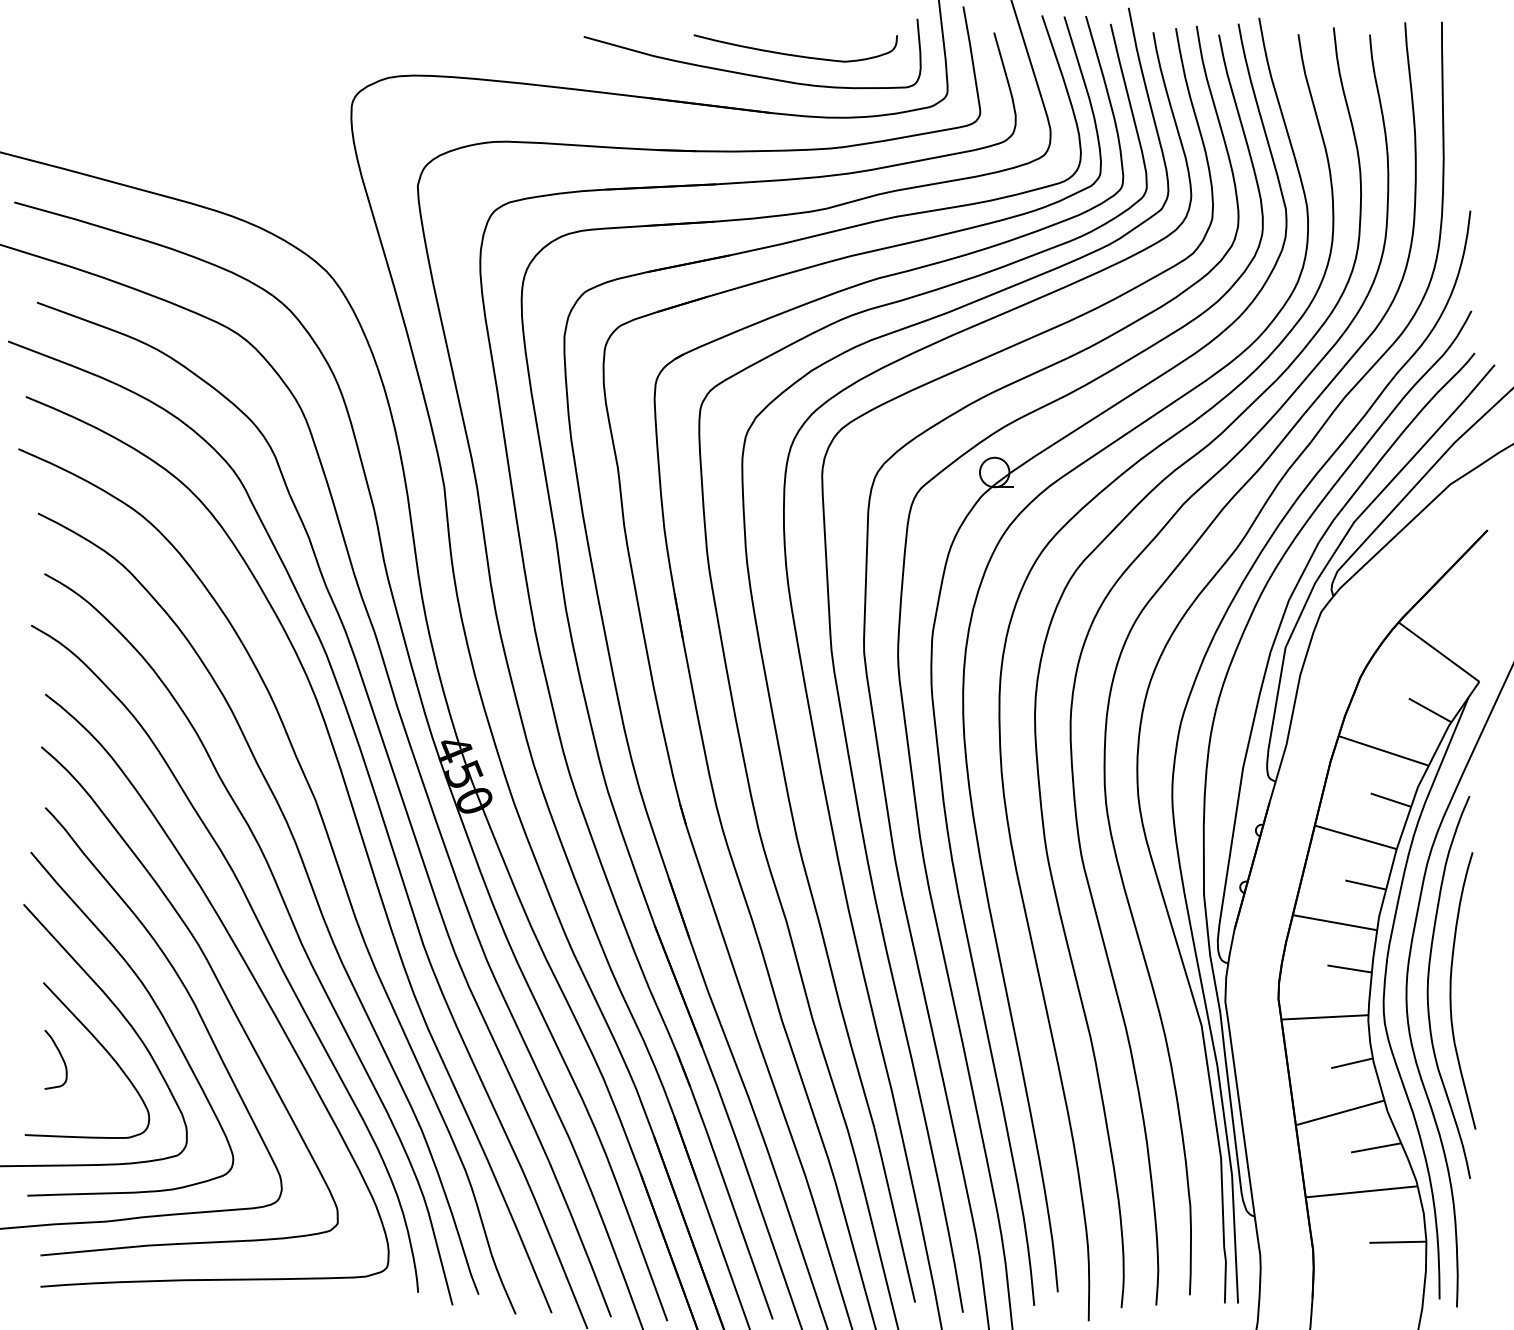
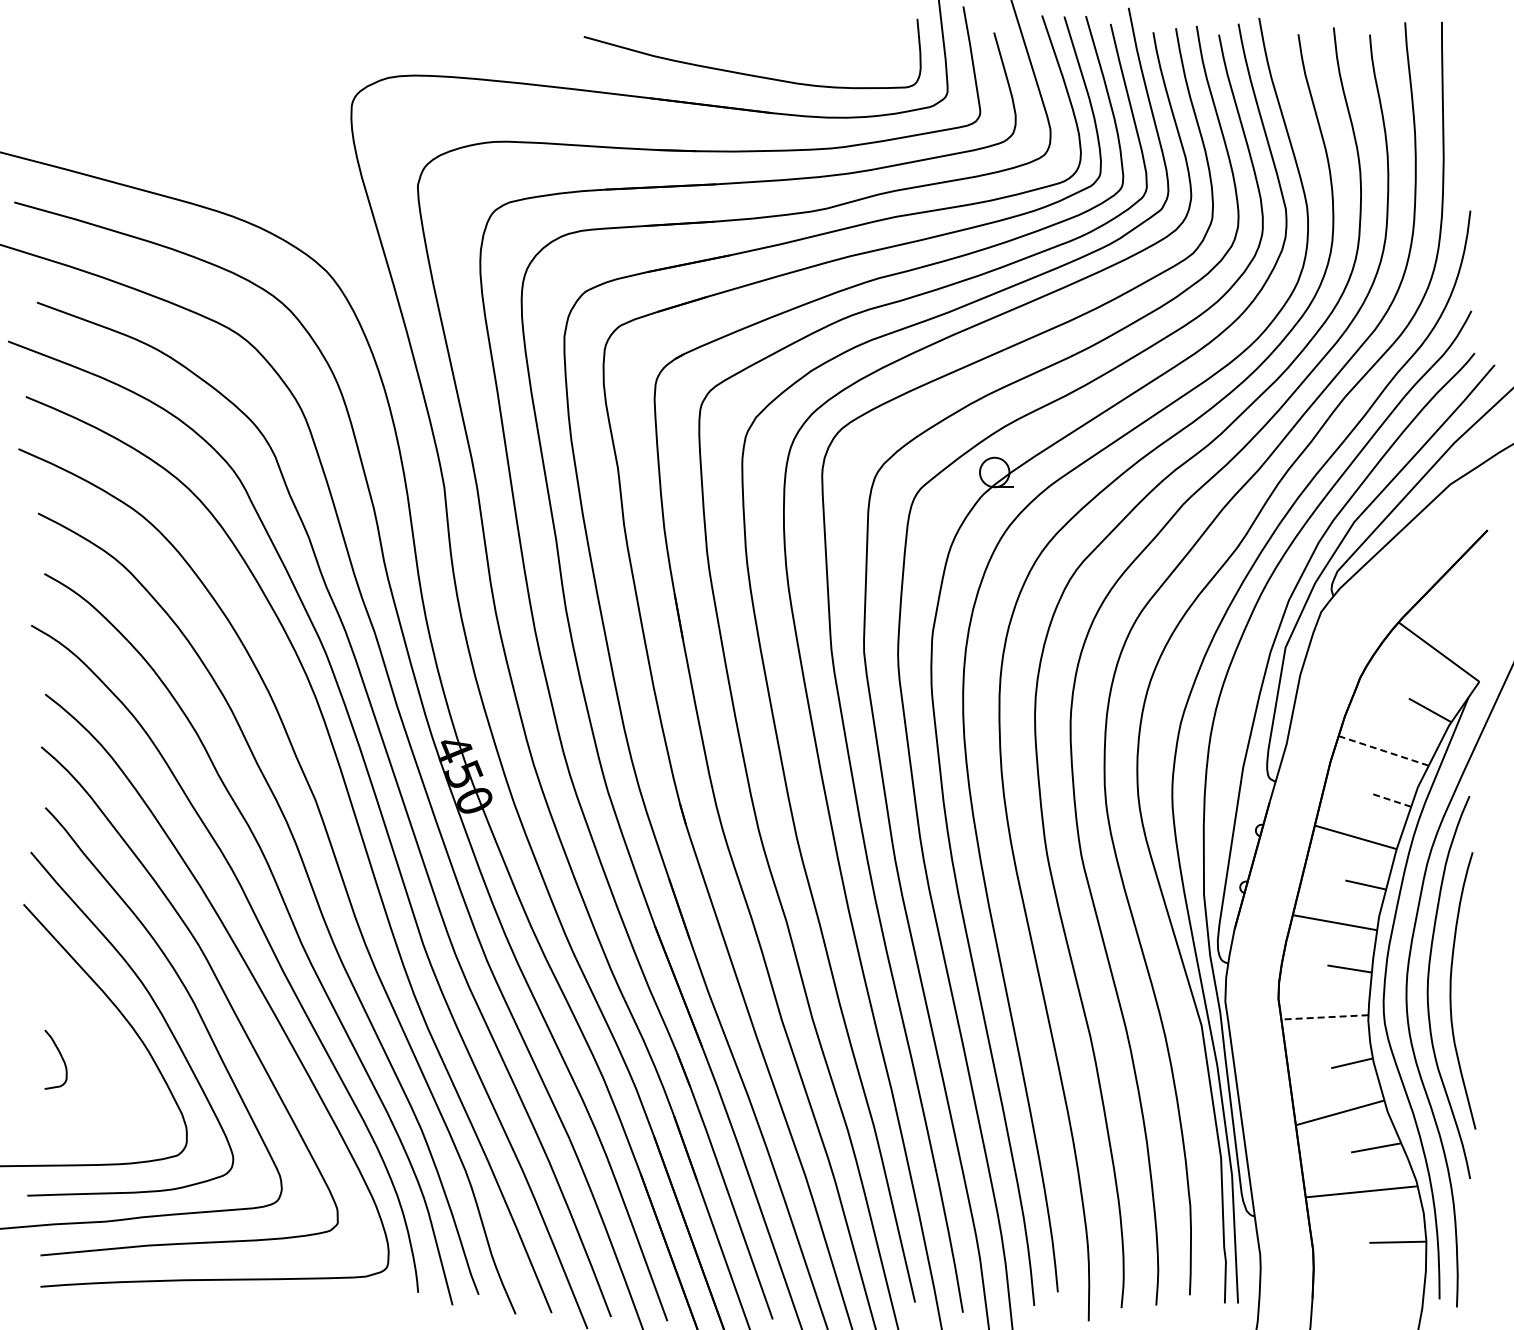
curve at (795, 54): present -> none
line at (1383, 750): solid -> dashed
line at (1390, 800): solid -> dashed
line at (1324, 1017): solid -> dashed
curve at (100, 1045): present -> none
